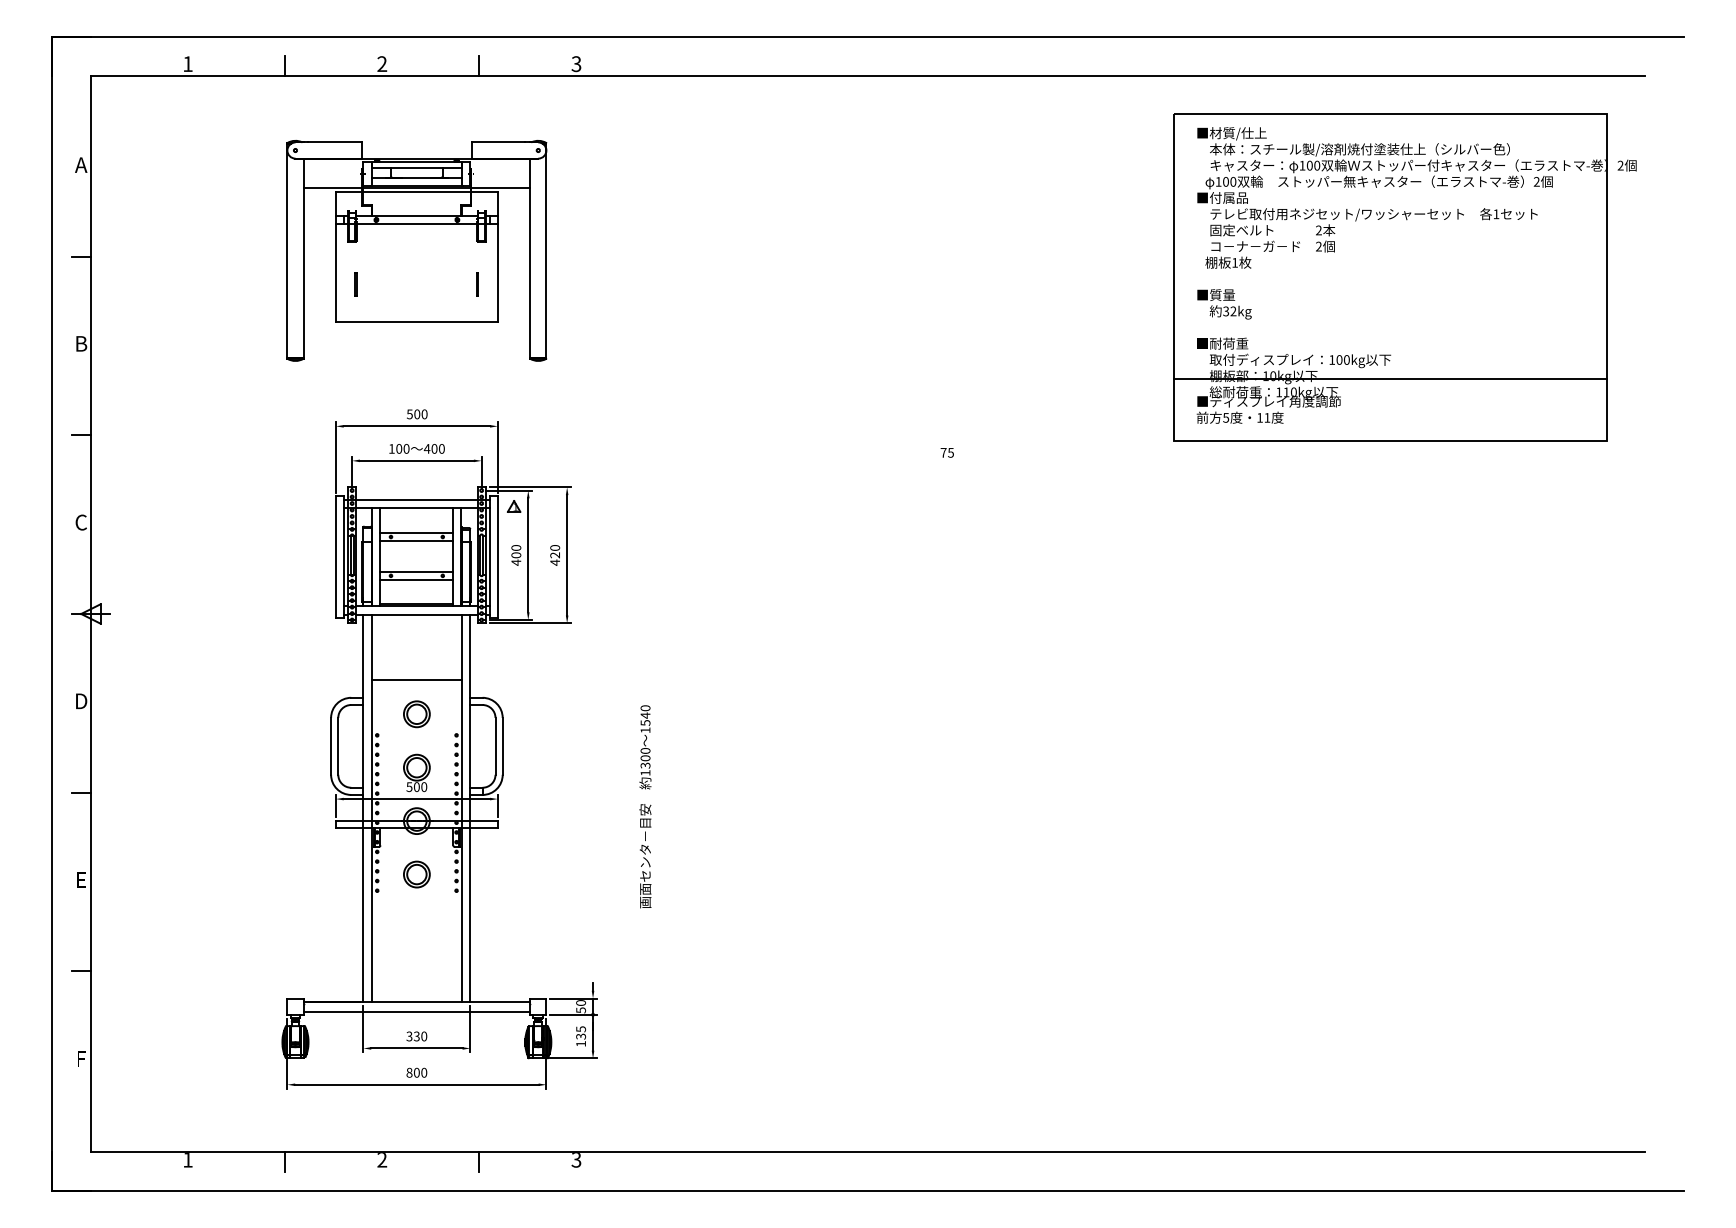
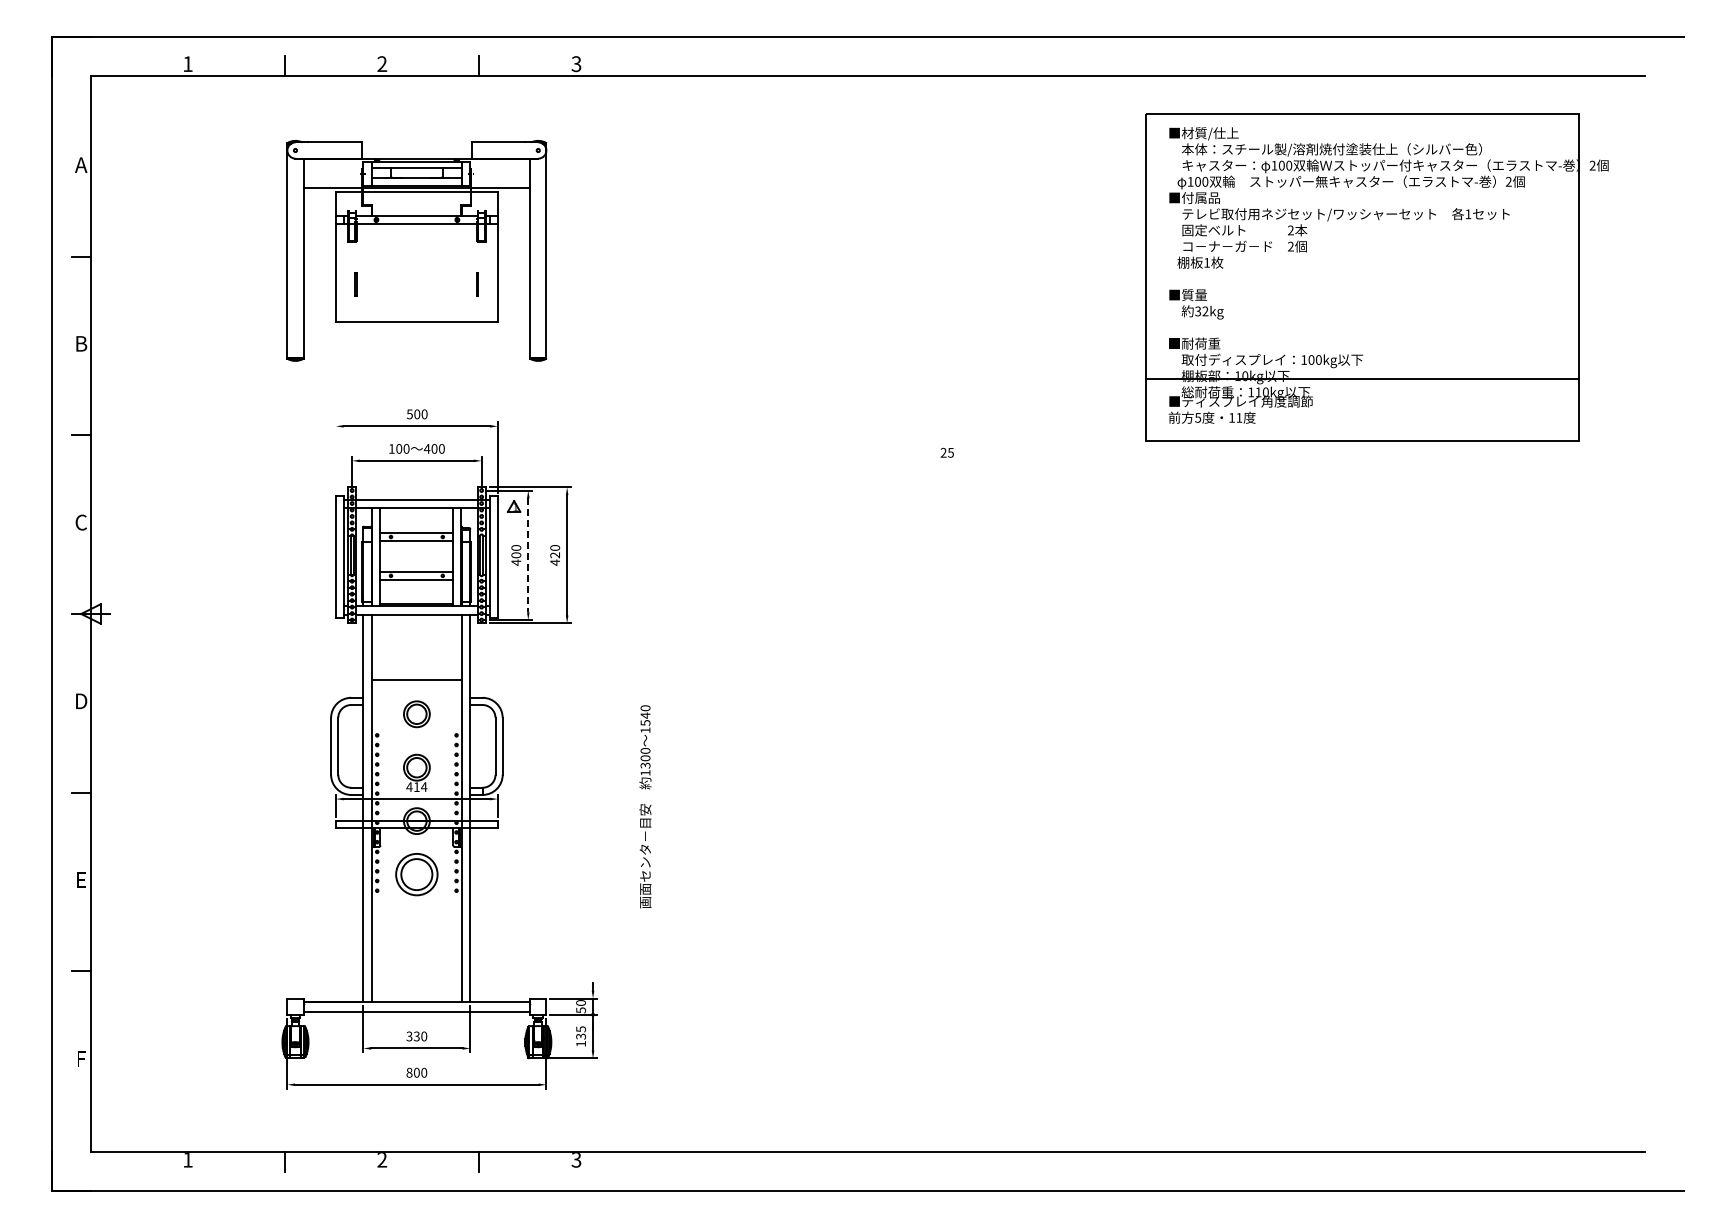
part at (1404, 277) position: (1404, 277) -> (1376, 277)
text at (943, 452): 75 -> 25
line at (335, 457): present -> none
line at (528, 555): solid -> dashed
text at (416, 787): 500 -> 414
part at (416, 874) size: 28x29 px -> 44x44 px
